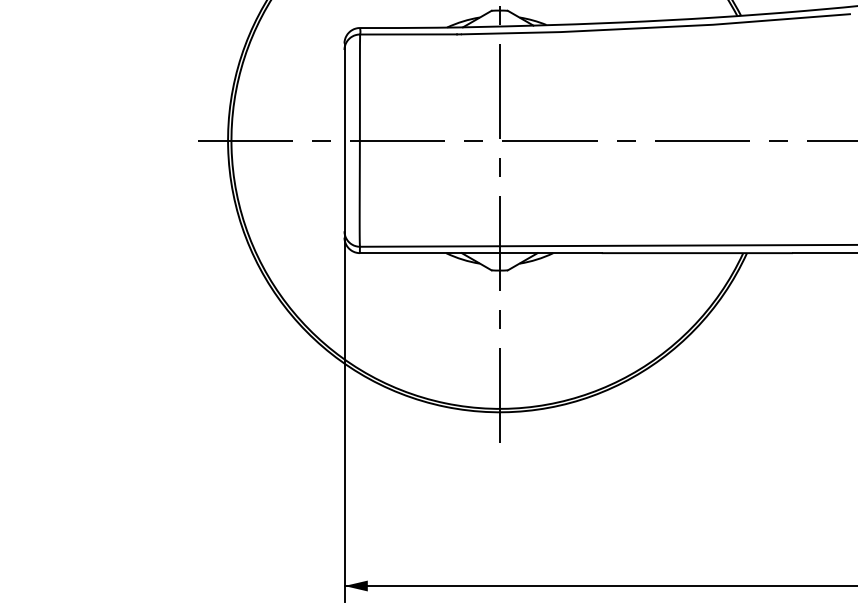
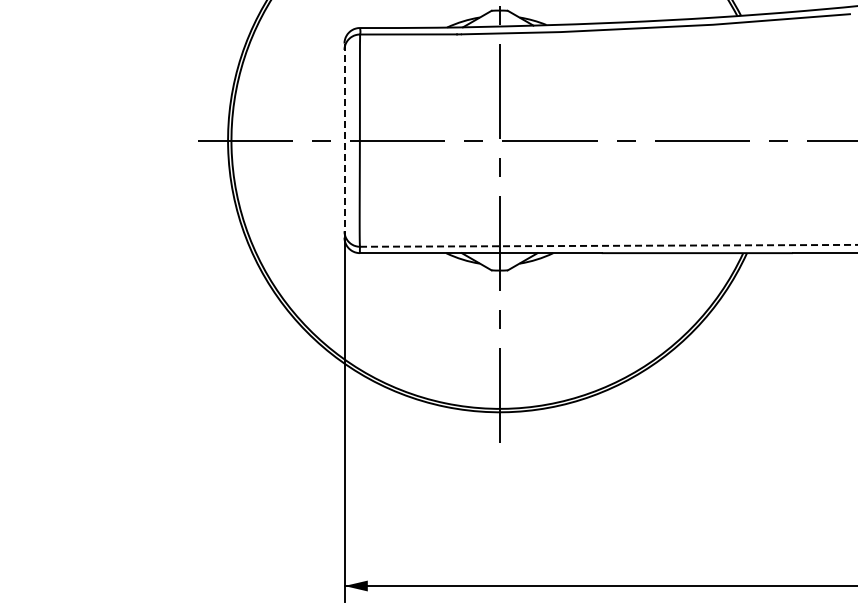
line at (344, 140): solid -> dashed
line at (608, 245): solid -> dashed
